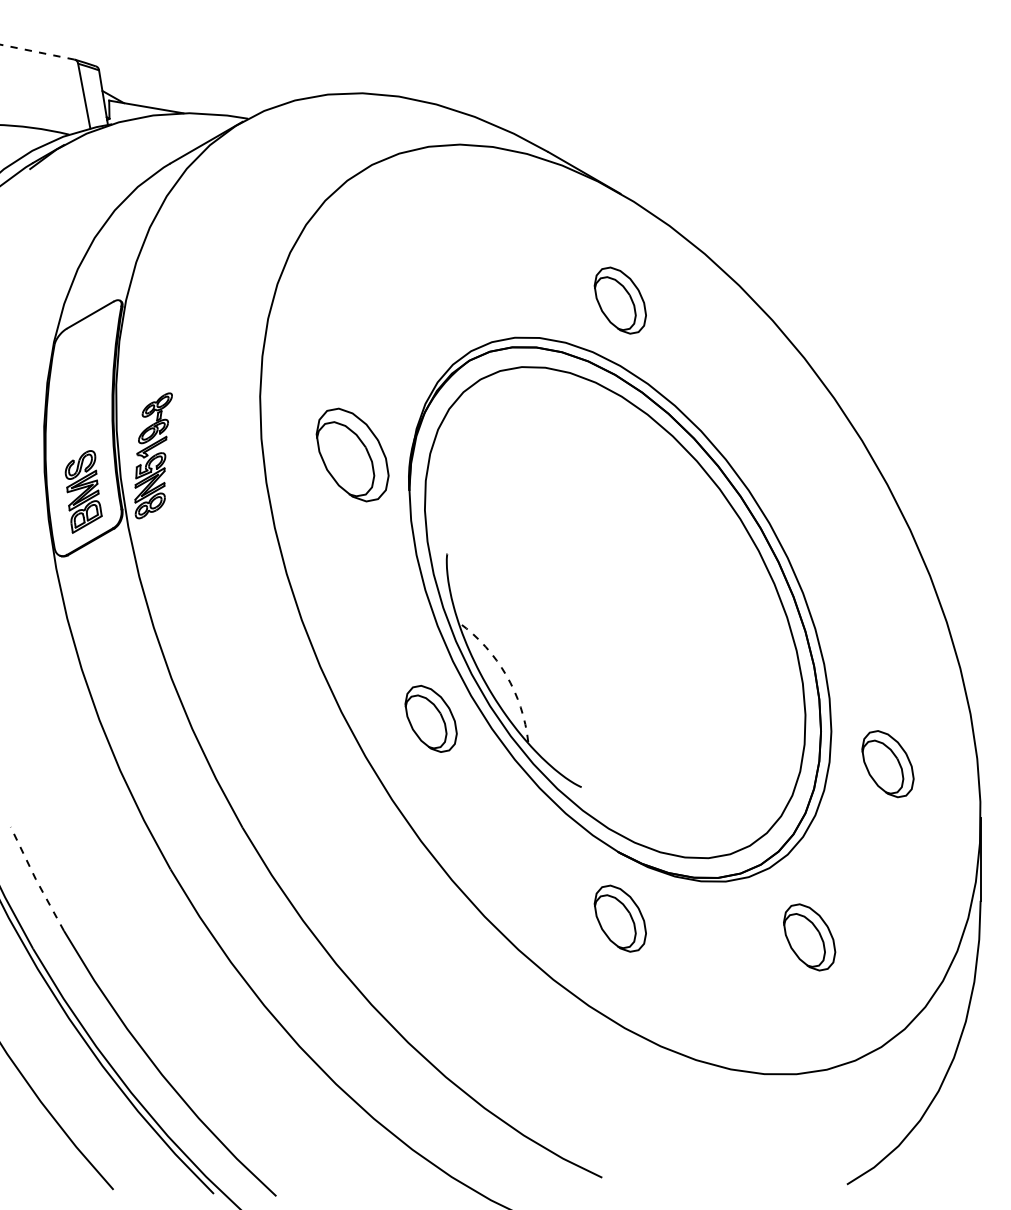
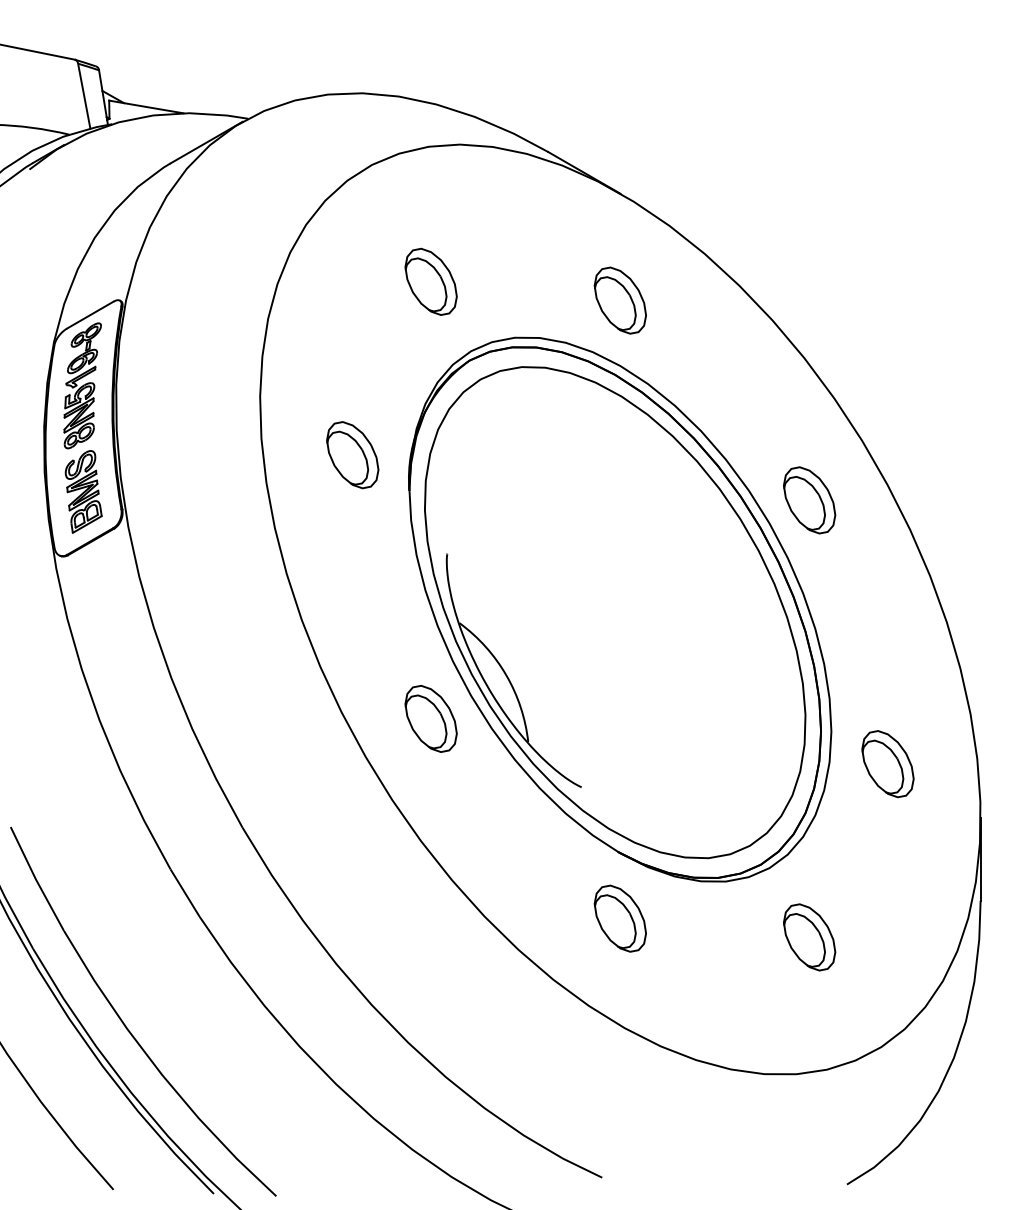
line at (37, 52): dashed -> solid
part at (430, 281): none -> present
part at (352, 454) size: 75x96 px -> 54x69 px
part at (153, 455) position: (153, 455) -> (82, 385)
part at (809, 500): none -> present
arc at (506, 675): dashed -> solid
line at (35, 879): dashed -> solid
